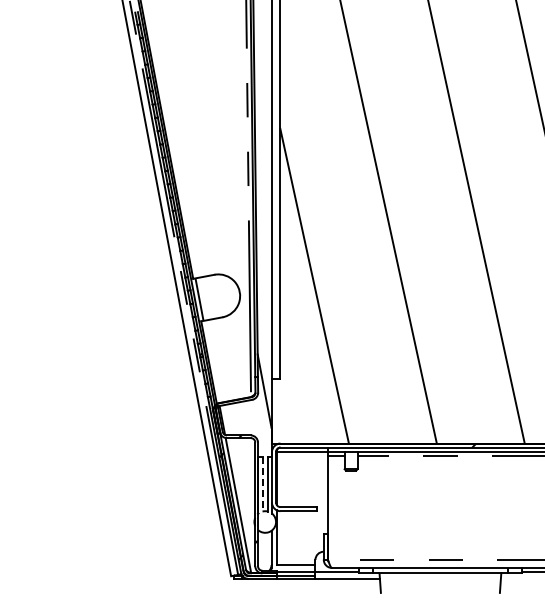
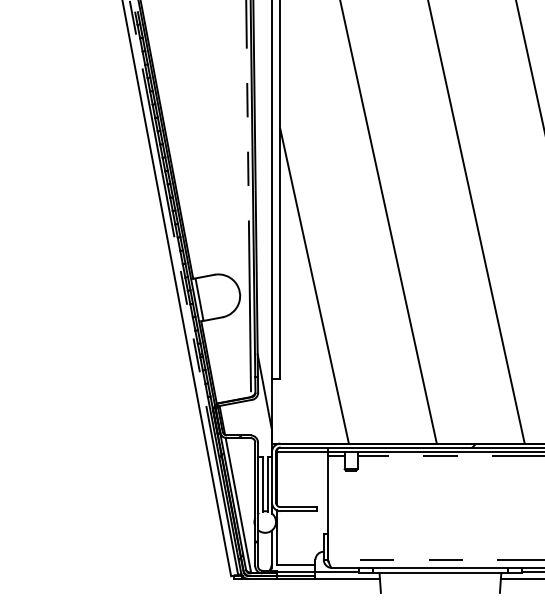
line at (262, 484): dashed -> solid
line at (520, 578): none -> present
